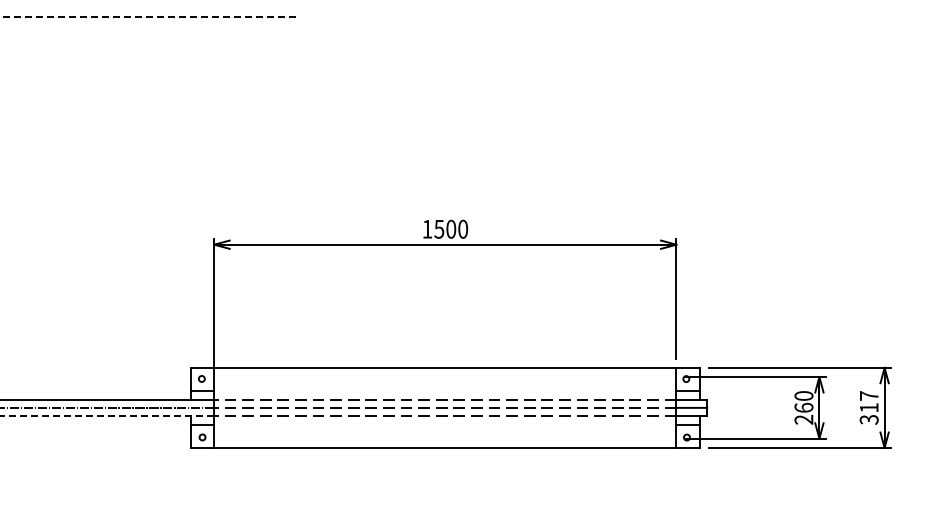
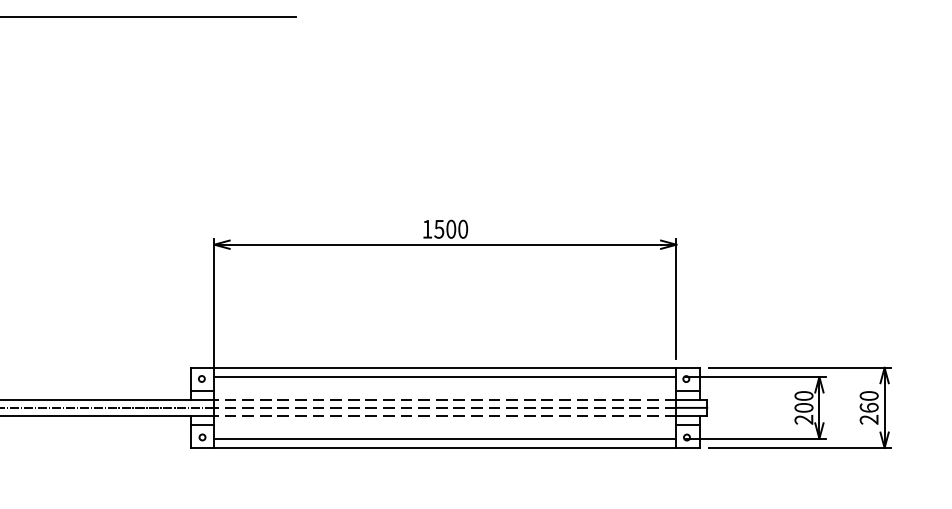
line at (148, 17): dashed -> solid
line at (445, 377): none -> present
text at (803, 407): 260 -> 200
text at (868, 407): 317 -> 260
line at (107, 415): dashed -> solid
line at (445, 438): none -> present
